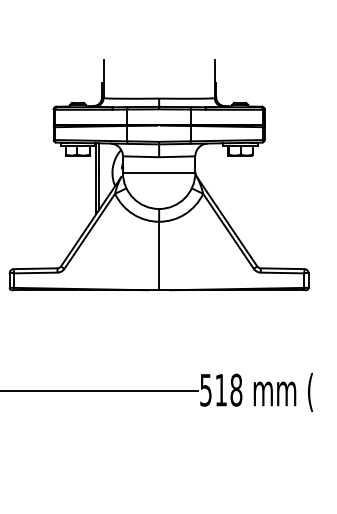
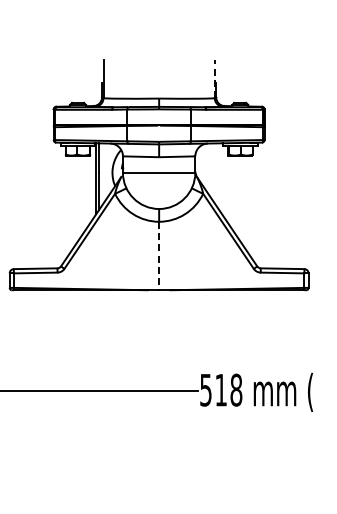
line at (214, 78): solid -> dashed
line at (159, 256): solid -> dashed
